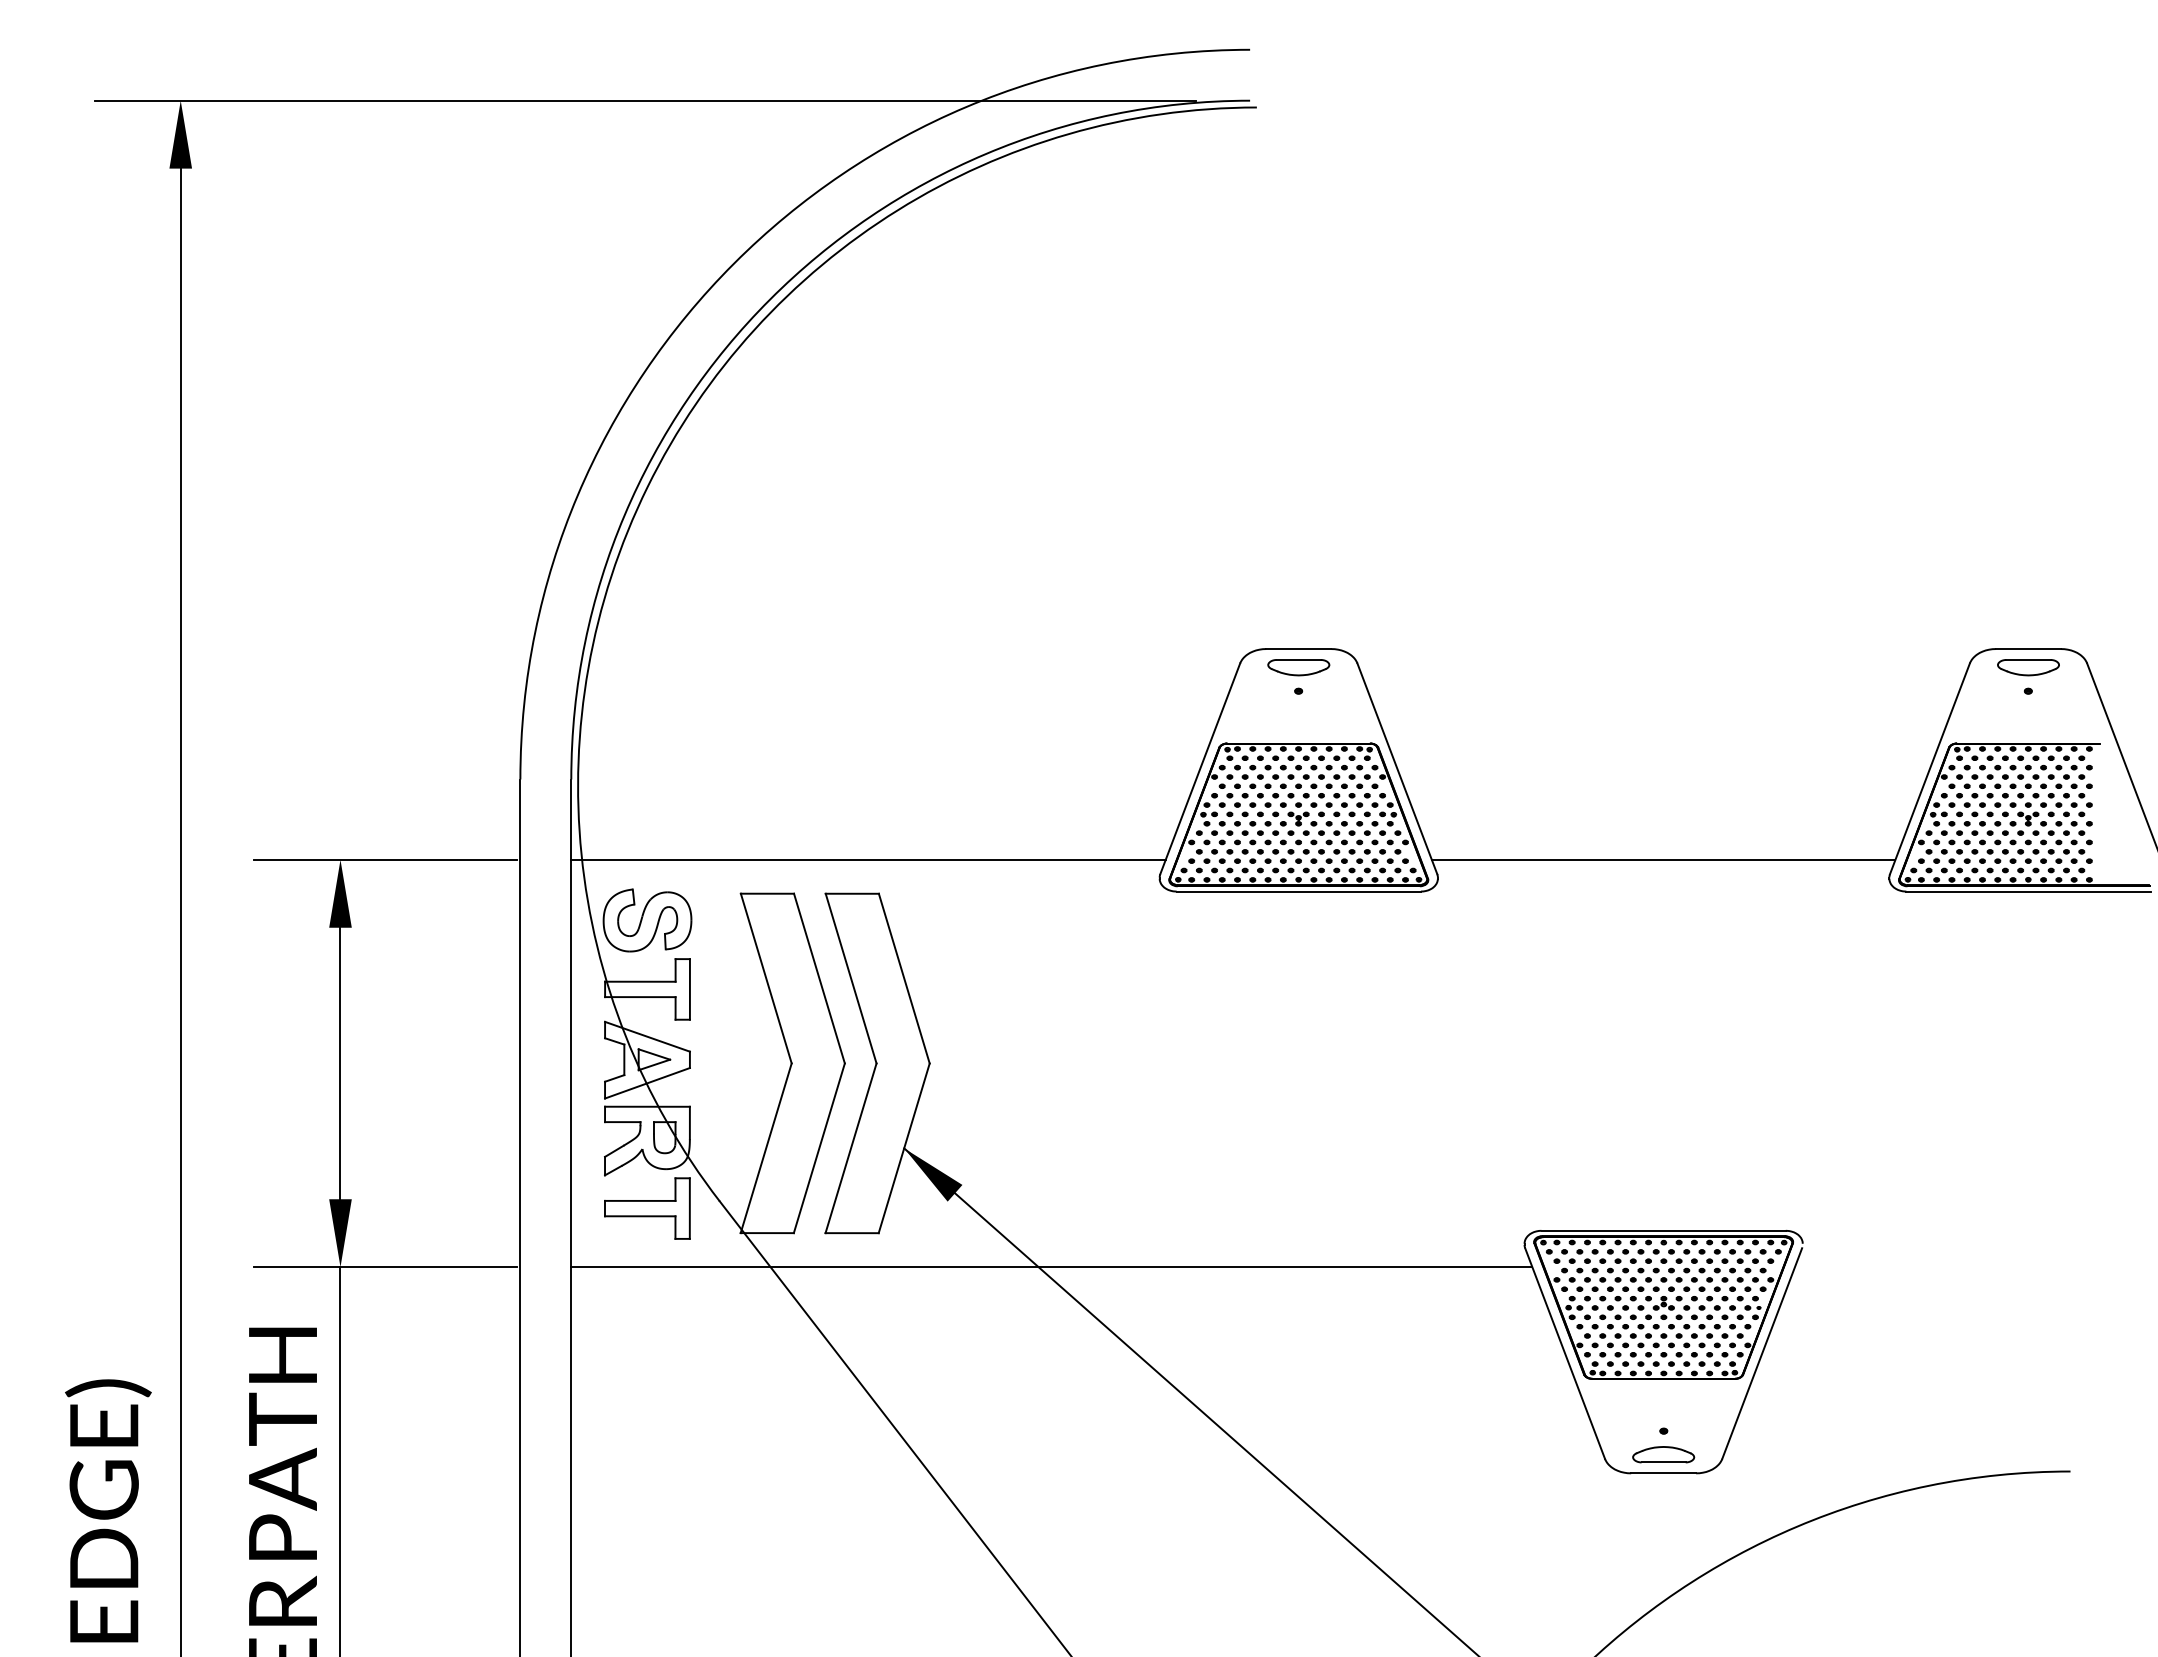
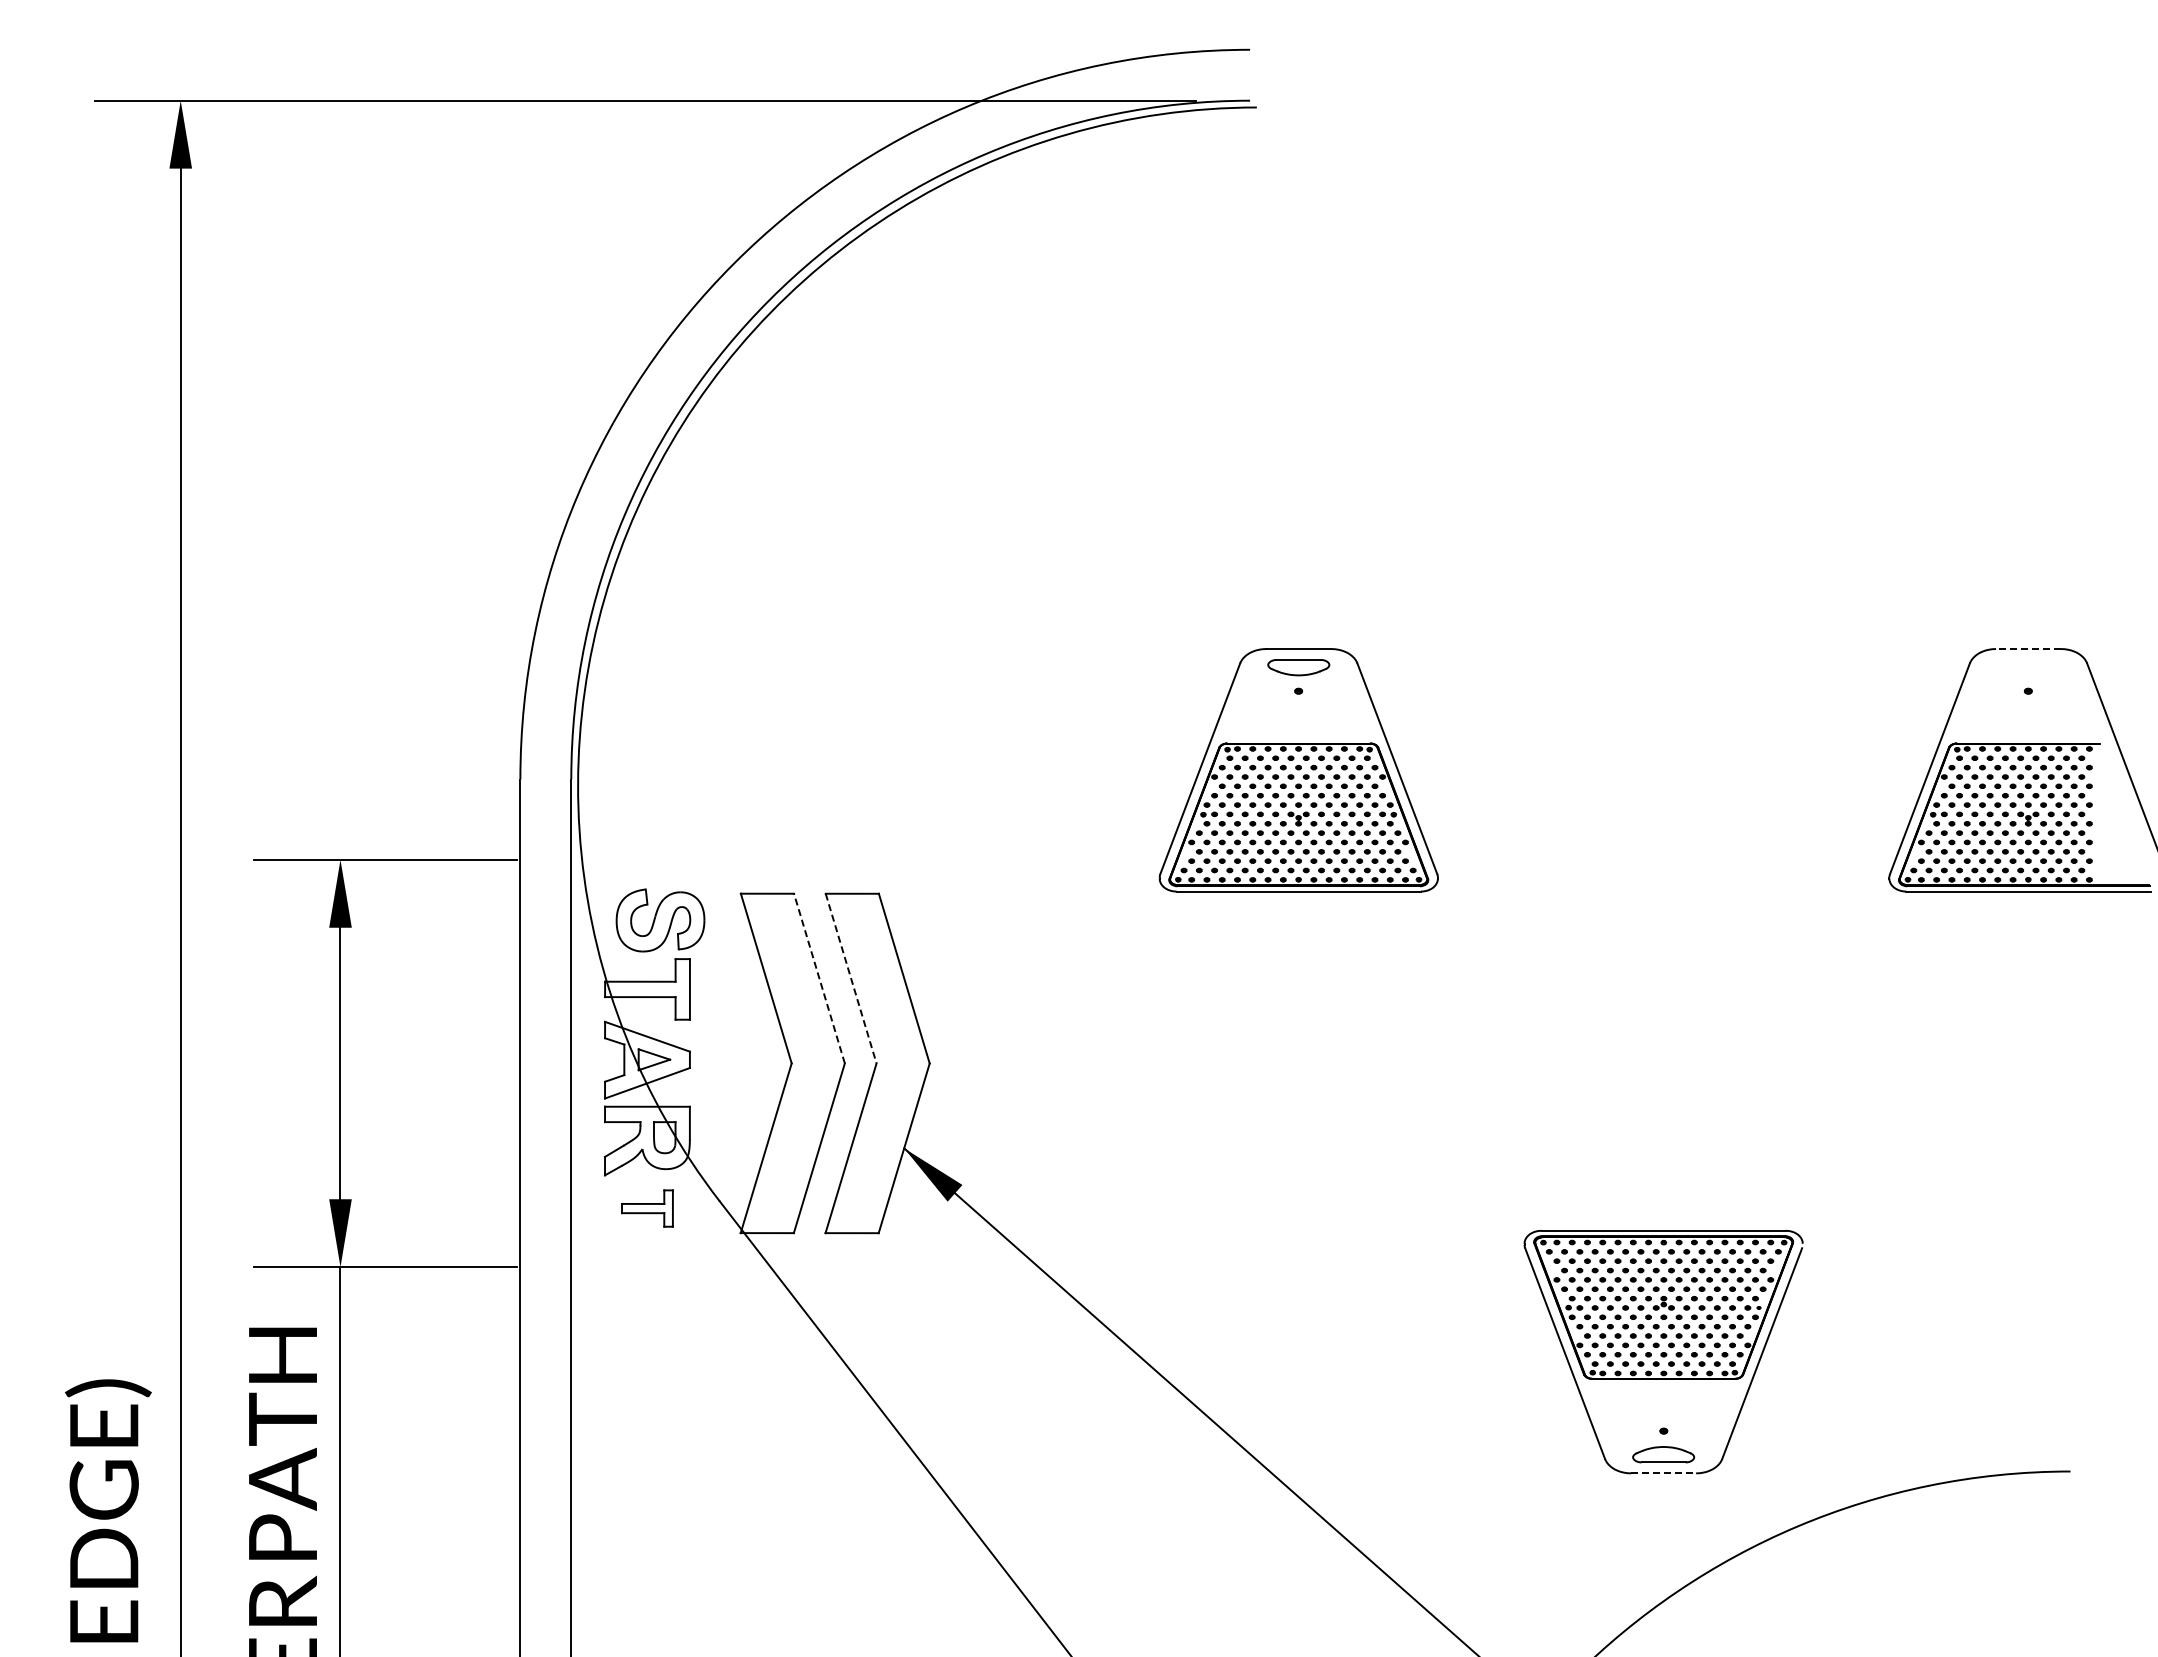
line at (2028, 649): solid -> dashed
part at (2028, 667): present -> none
line at (868, 859): present -> none
line at (1663, 859): present -> none
part at (647, 920) position: (647, 920) -> (660, 920)
line at (819, 978): solid -> dashed
line at (851, 978): solid -> dashed
part at (647, 1208) size: 87x63 px -> 53x39 px
line at (1051, 1267): present -> none
line at (1664, 1473): solid -> dashed
